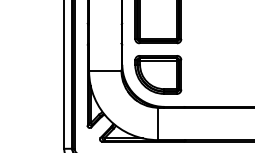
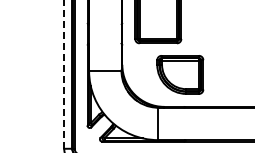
line at (64, 74): solid -> dashed
part at (158, 74) position: (158, 74) -> (180, 74)
